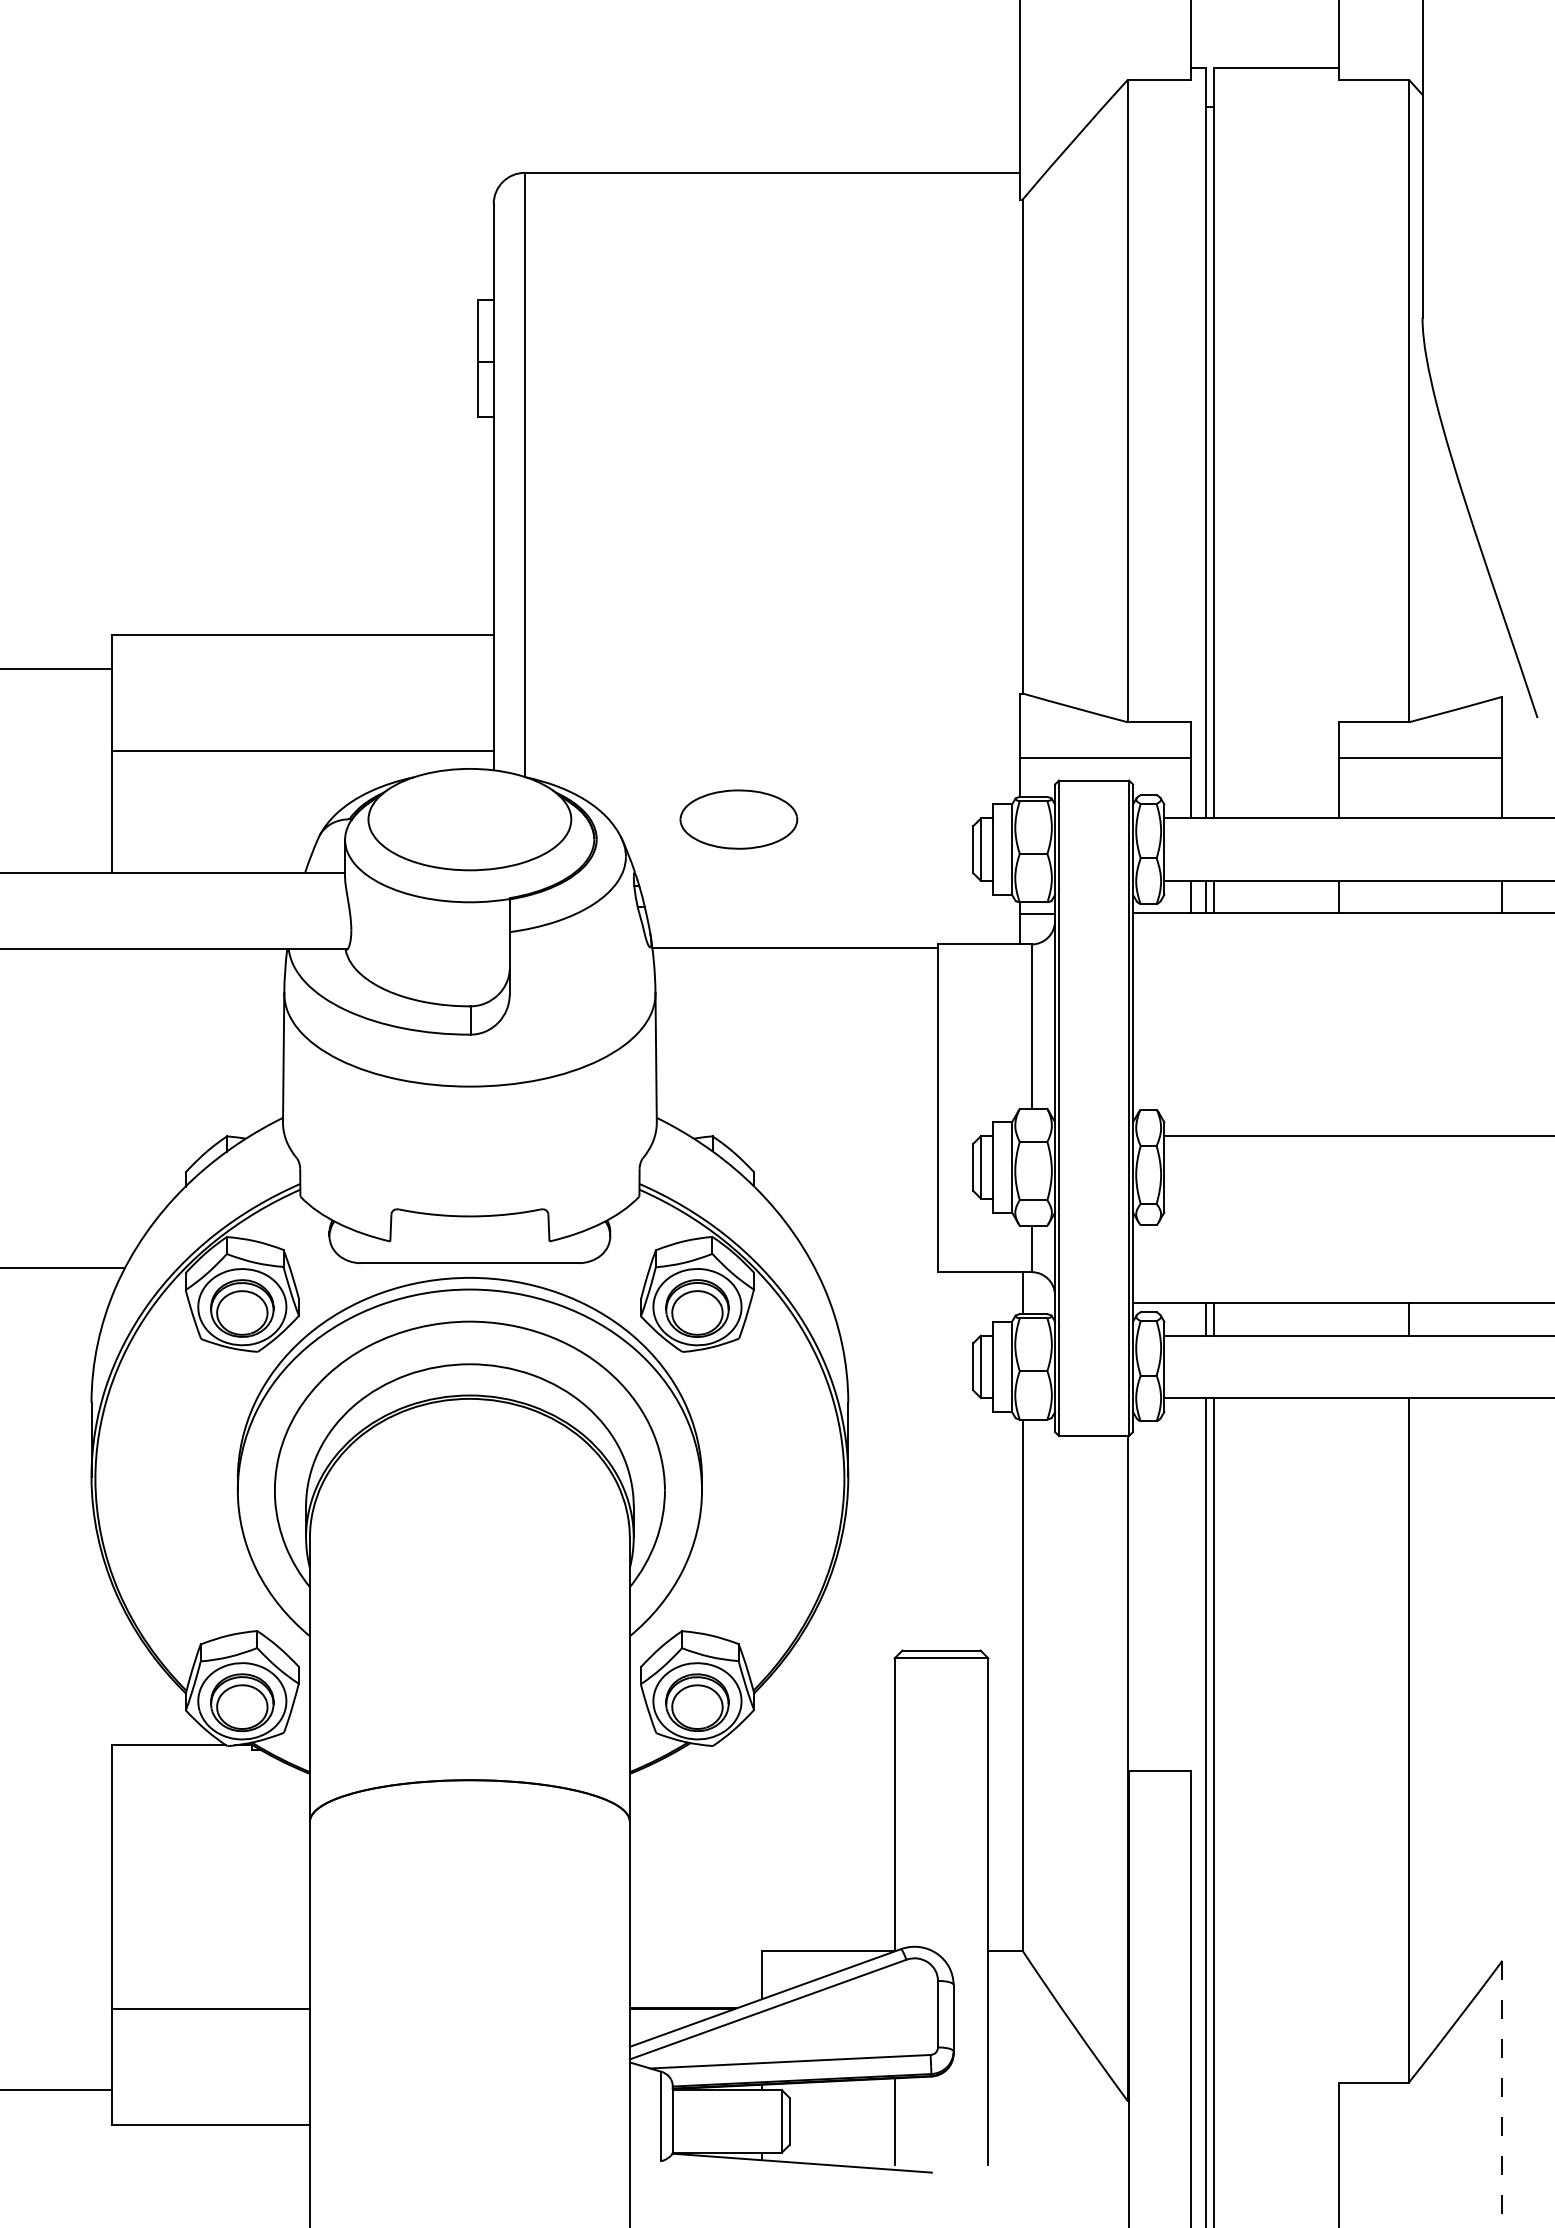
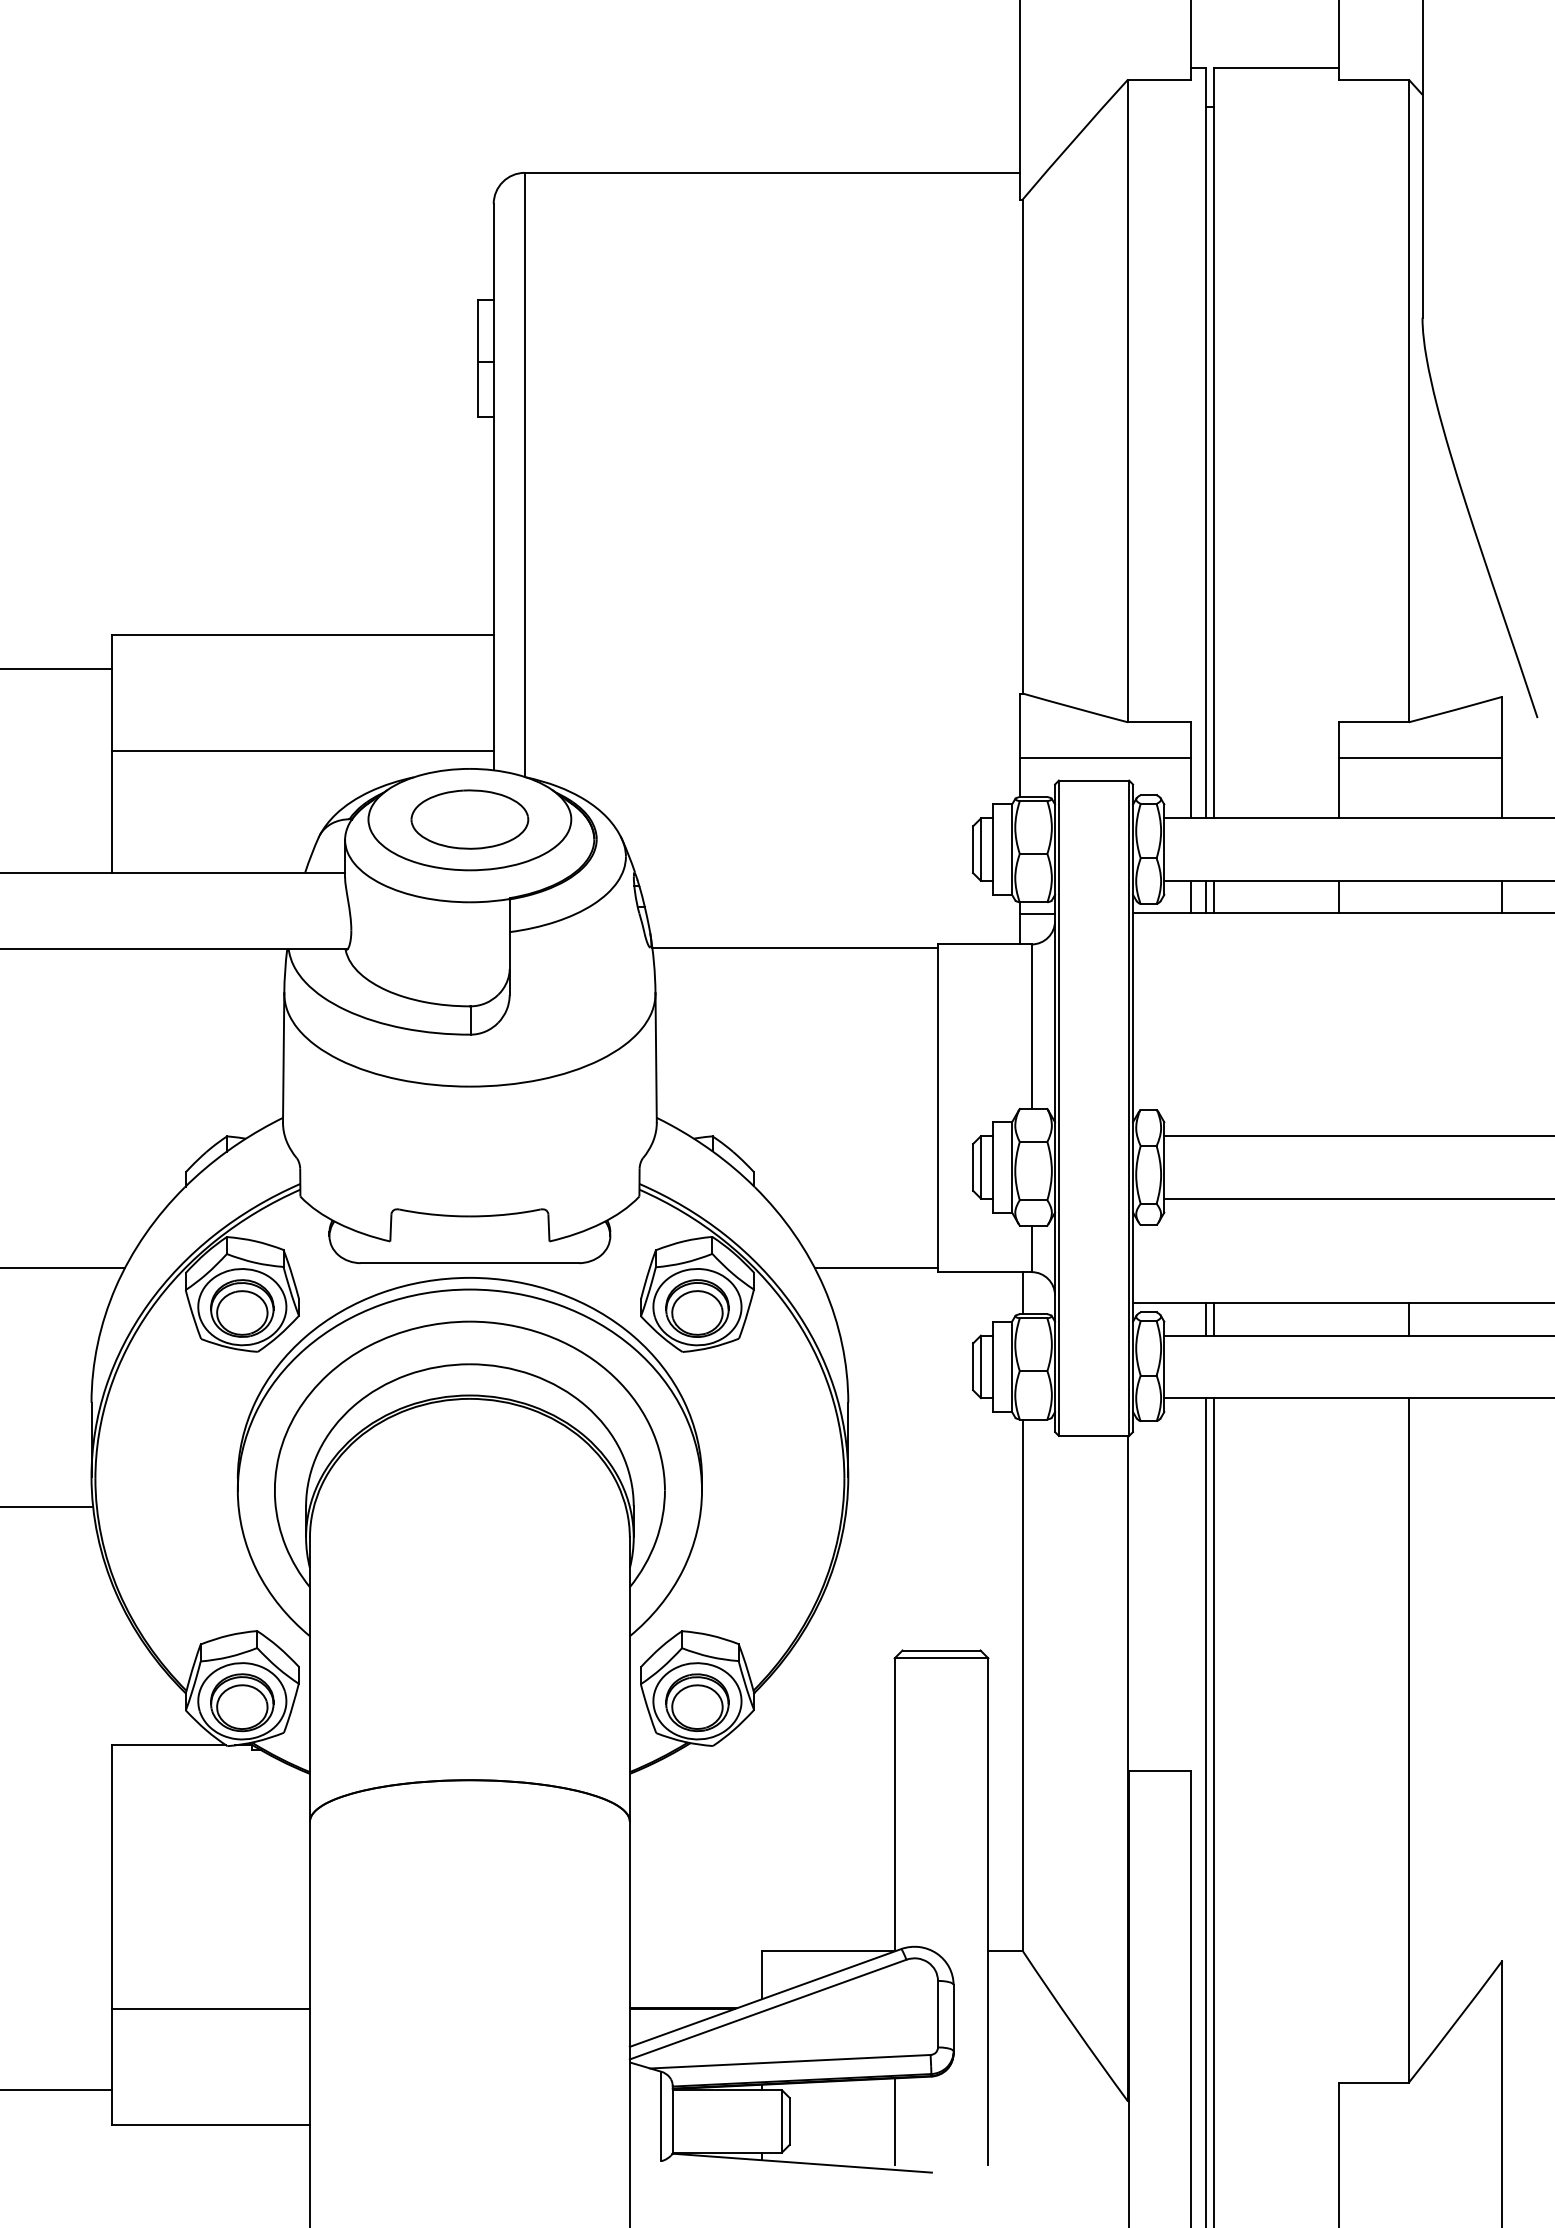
part at (738, 819) position: (738, 819) -> (469, 819)
line at (1357, 1198): none -> present
line at (876, 1268): none -> present
line at (47, 1506): none -> present
line at (1502, 2094): dashed -> solid
